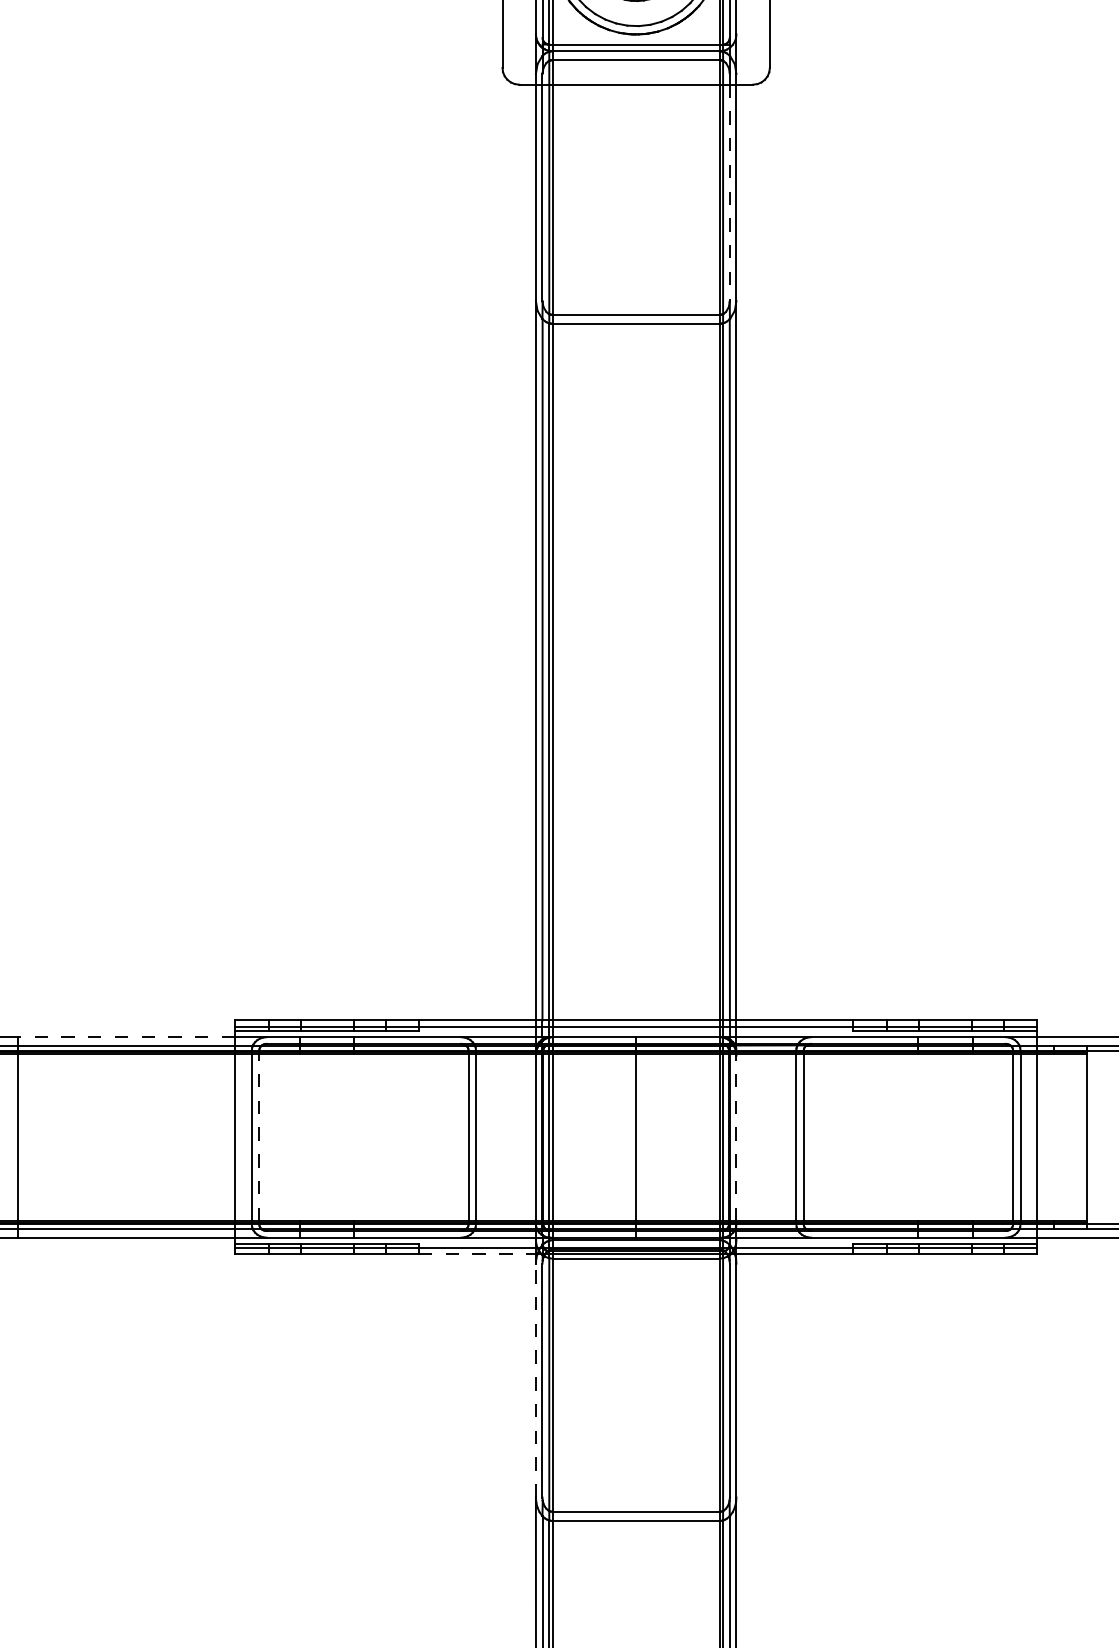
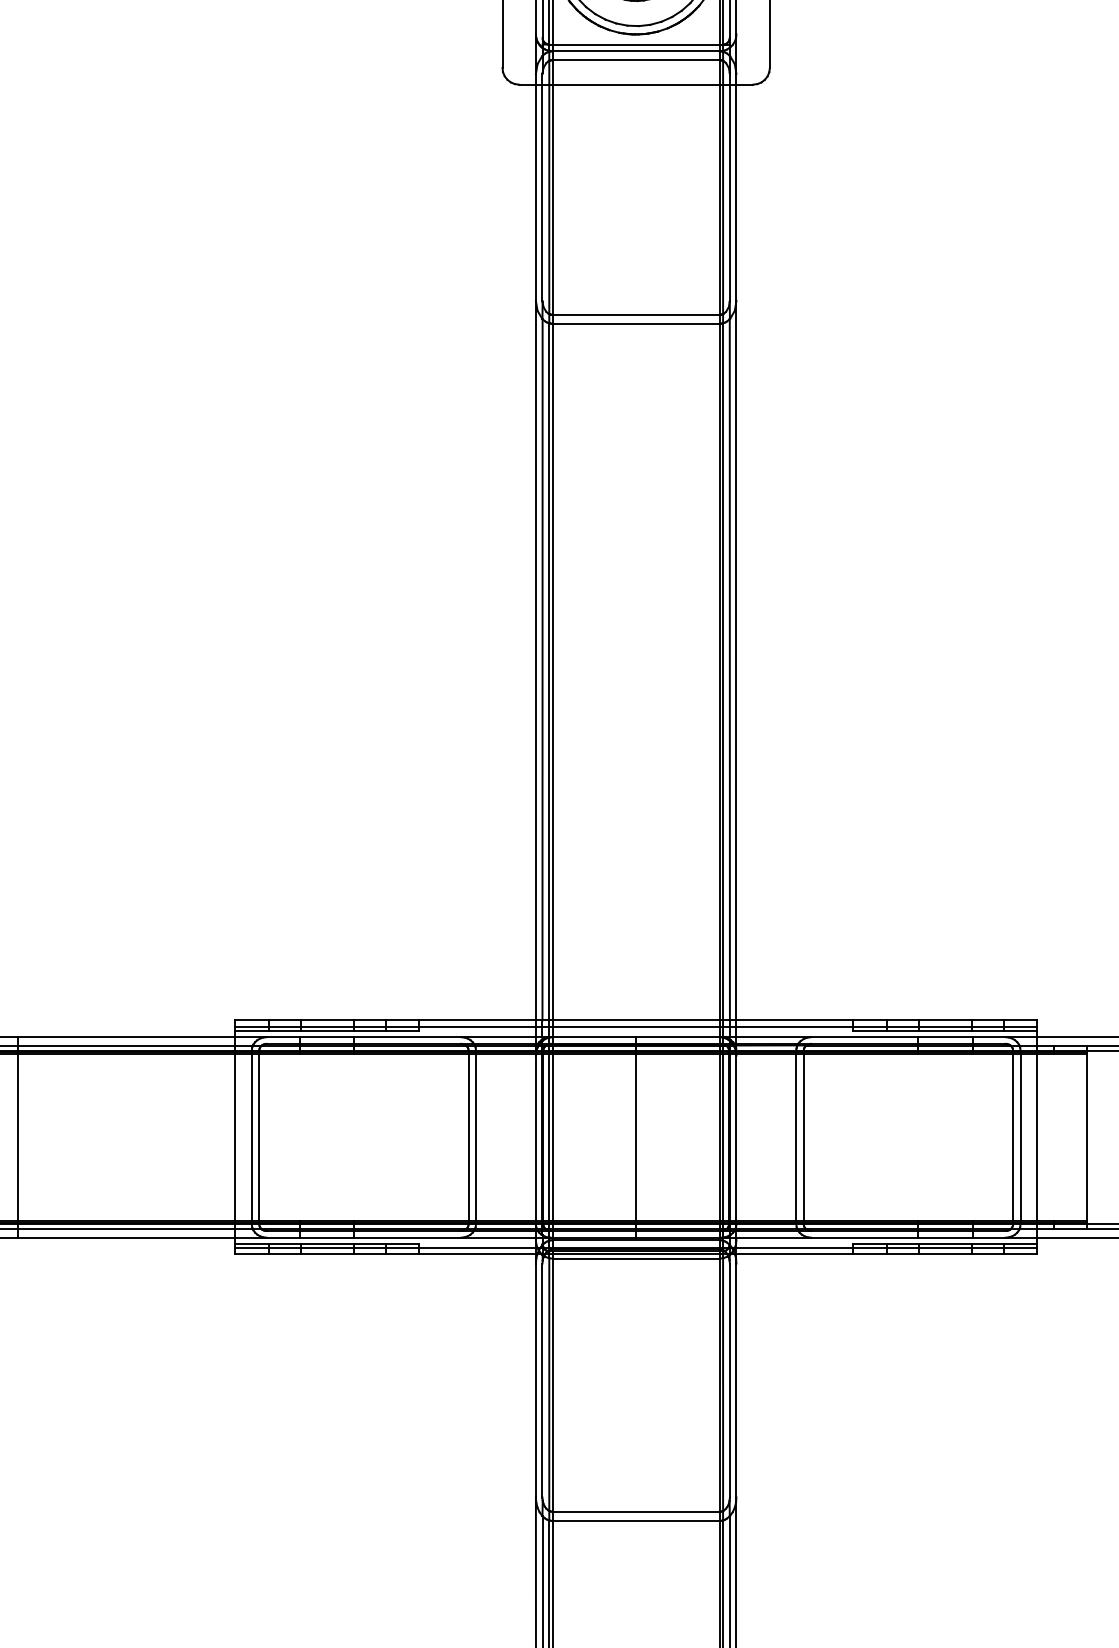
line at (729, 193): dashed -> solid
line at (126, 1037): dashed -> solid
line at (259, 1137): dashed -> solid
line at (736, 1138): dashed -> solid
line at (477, 1254): dashed -> solid
line at (535, 1380): dashed -> solid
